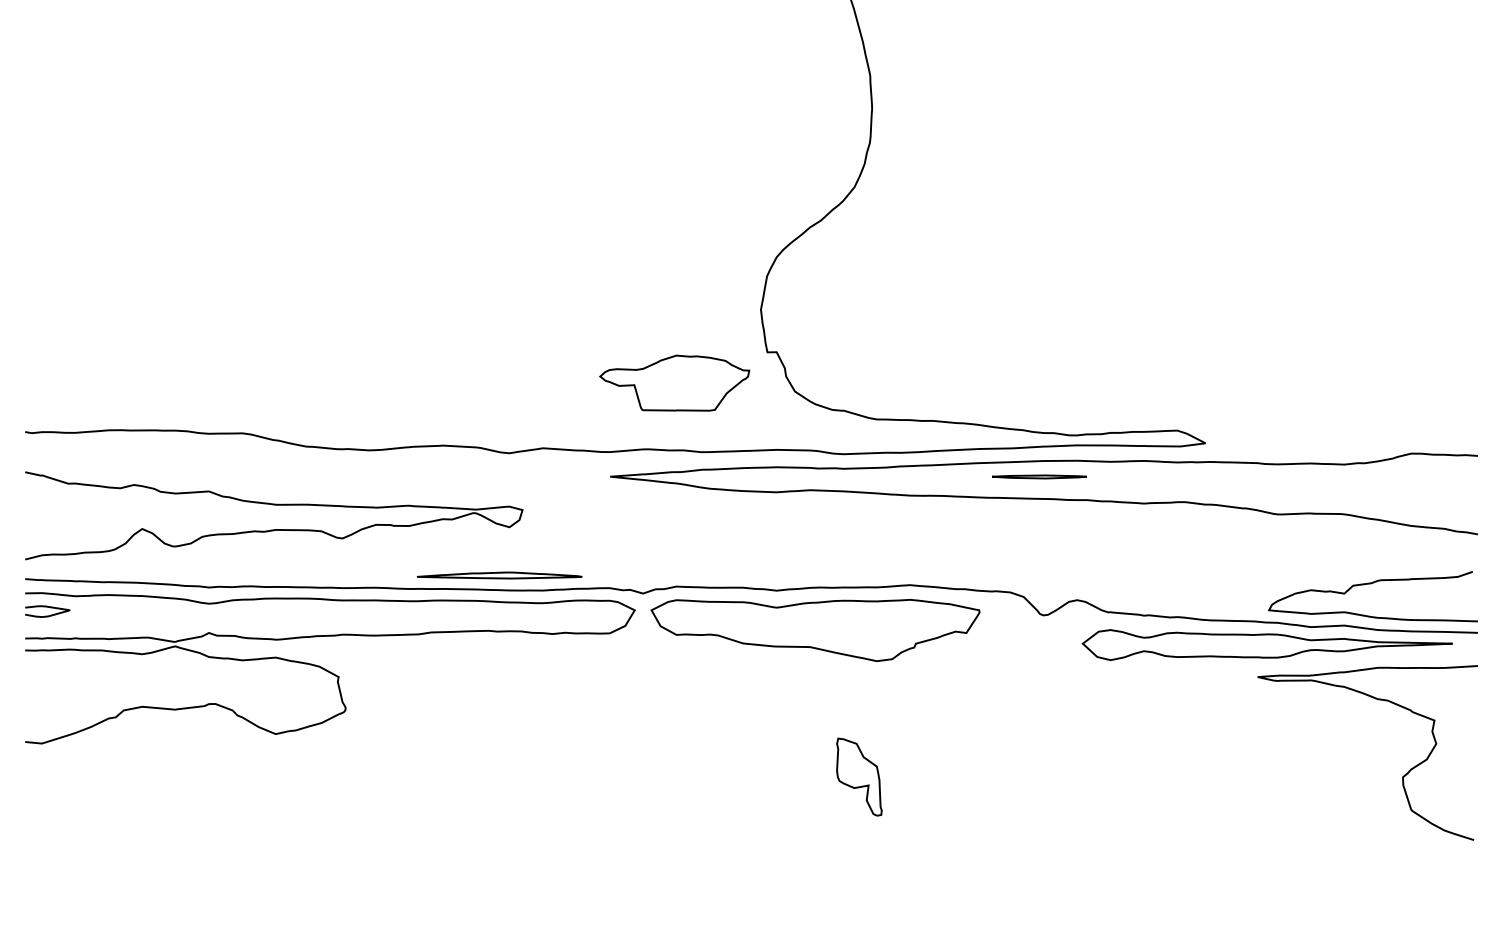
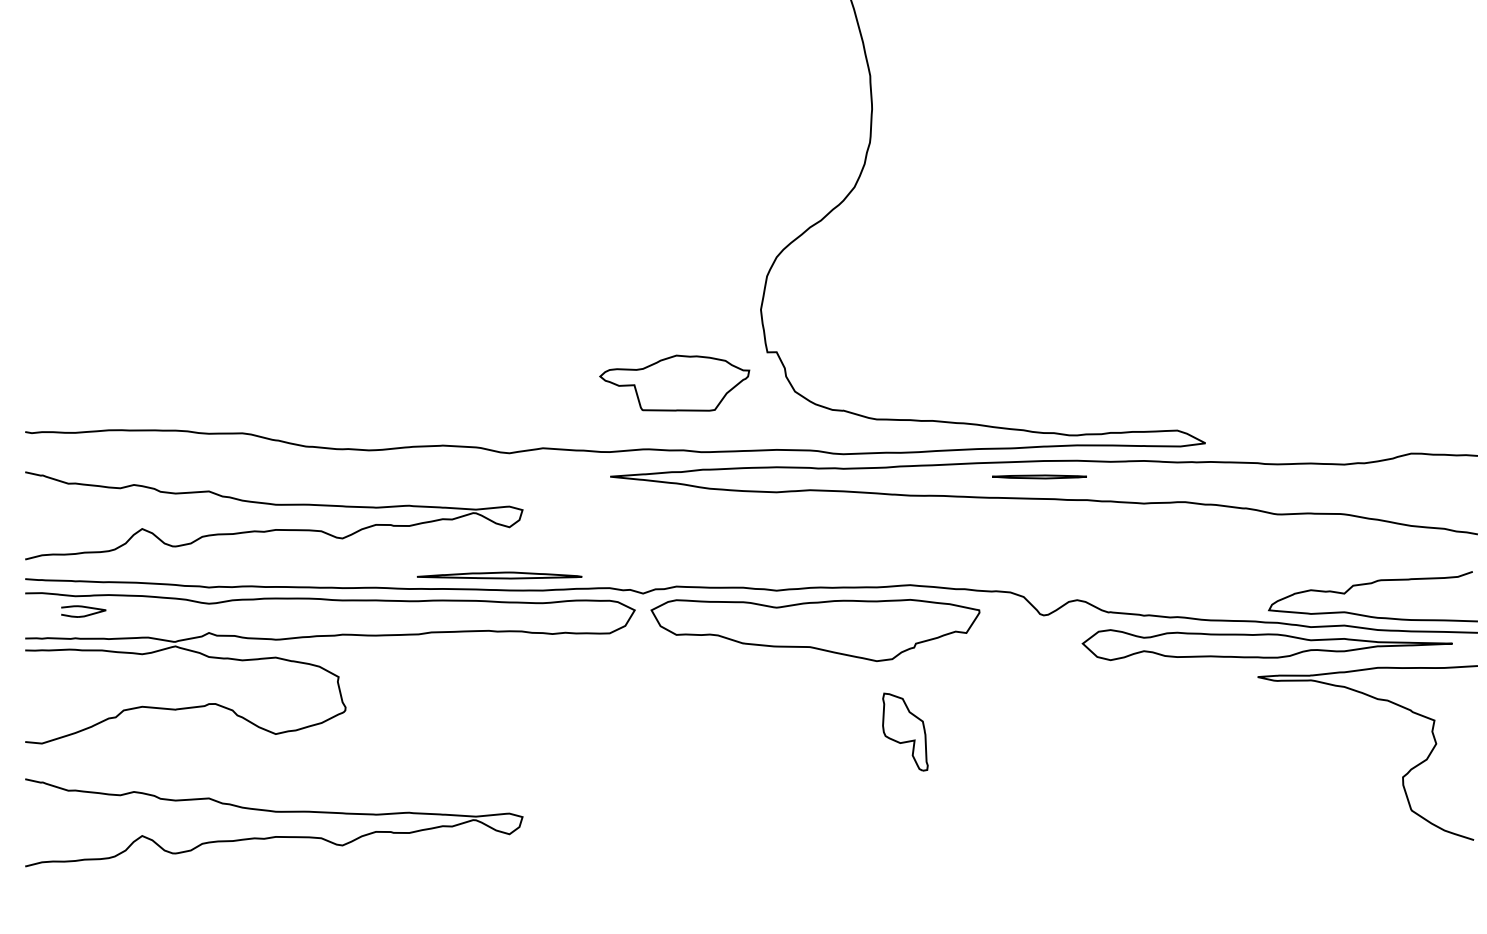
part at (47, 611) position: (47, 611) -> (83, 611)
part at (859, 776) position: (859, 776) -> (905, 731)
curve at (274, 812): none -> present
